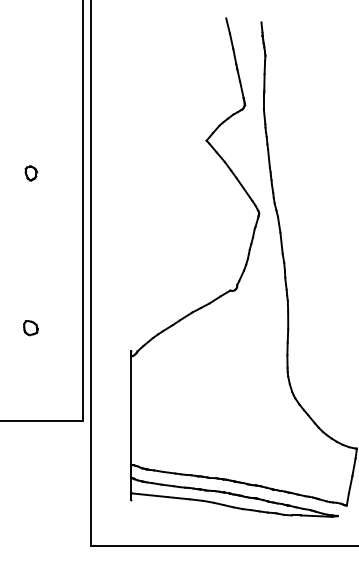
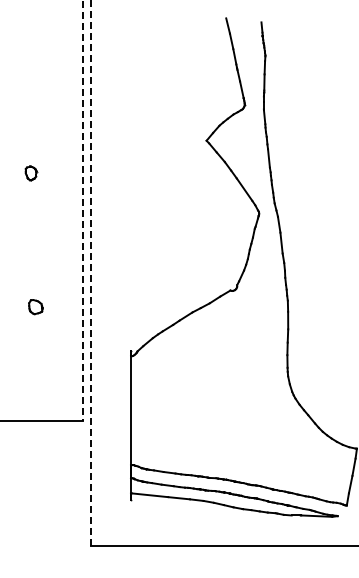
line at (82, 211): solid -> dashed
line at (91, 273): solid -> dashed
part at (30, 328) position: (30, 328) -> (35, 307)
